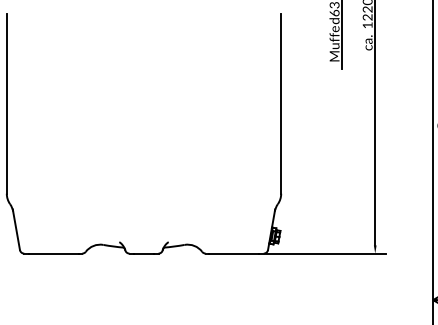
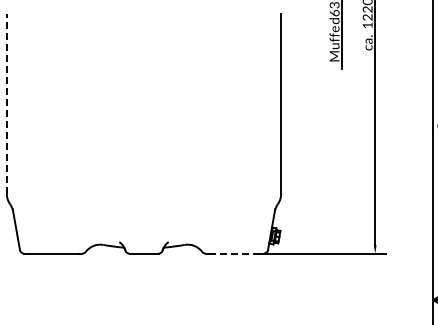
line at (6, 103): solid -> dashed
line at (234, 253): solid -> dashed
